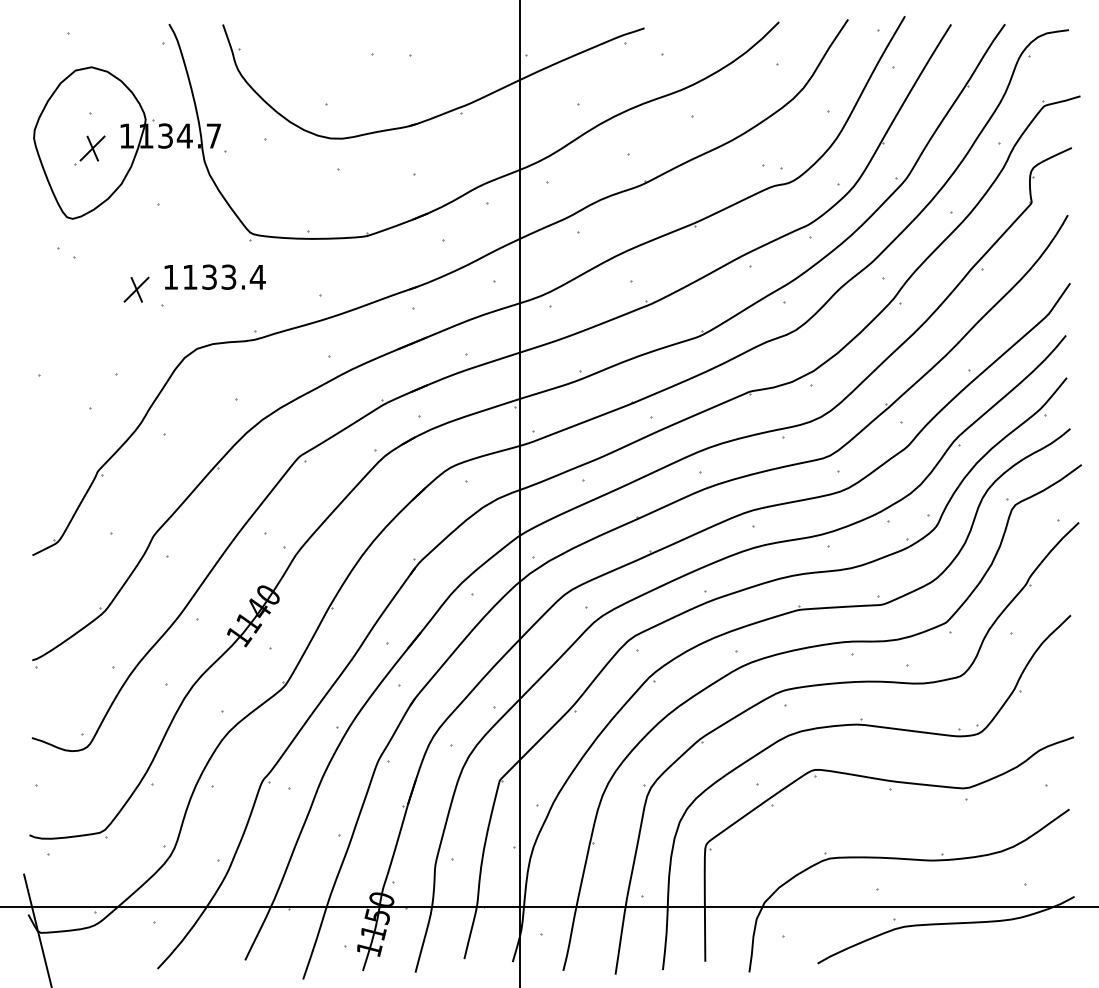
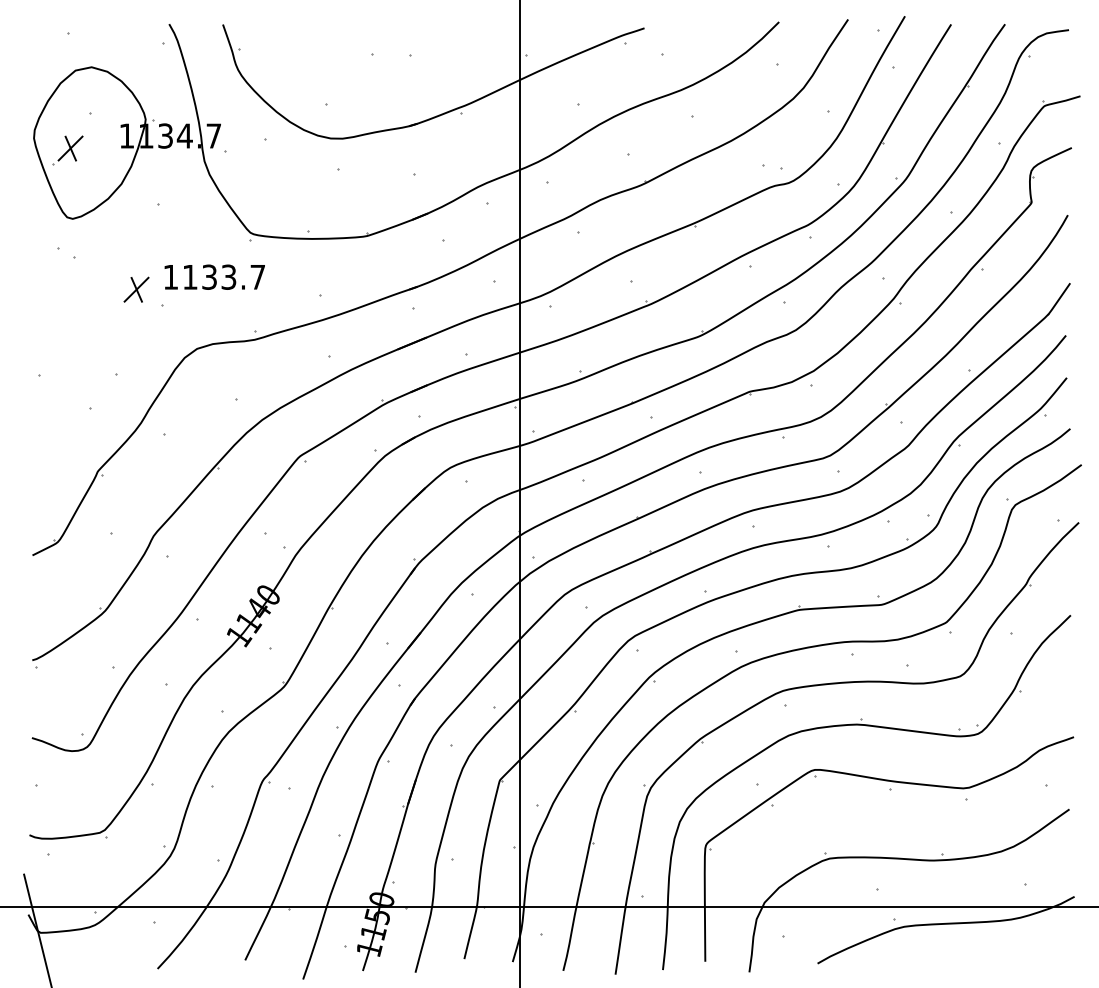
part at (89, 150) position: (89, 150) -> (67, 150)
text at (257, 277): 1133.4 -> 1133.7
